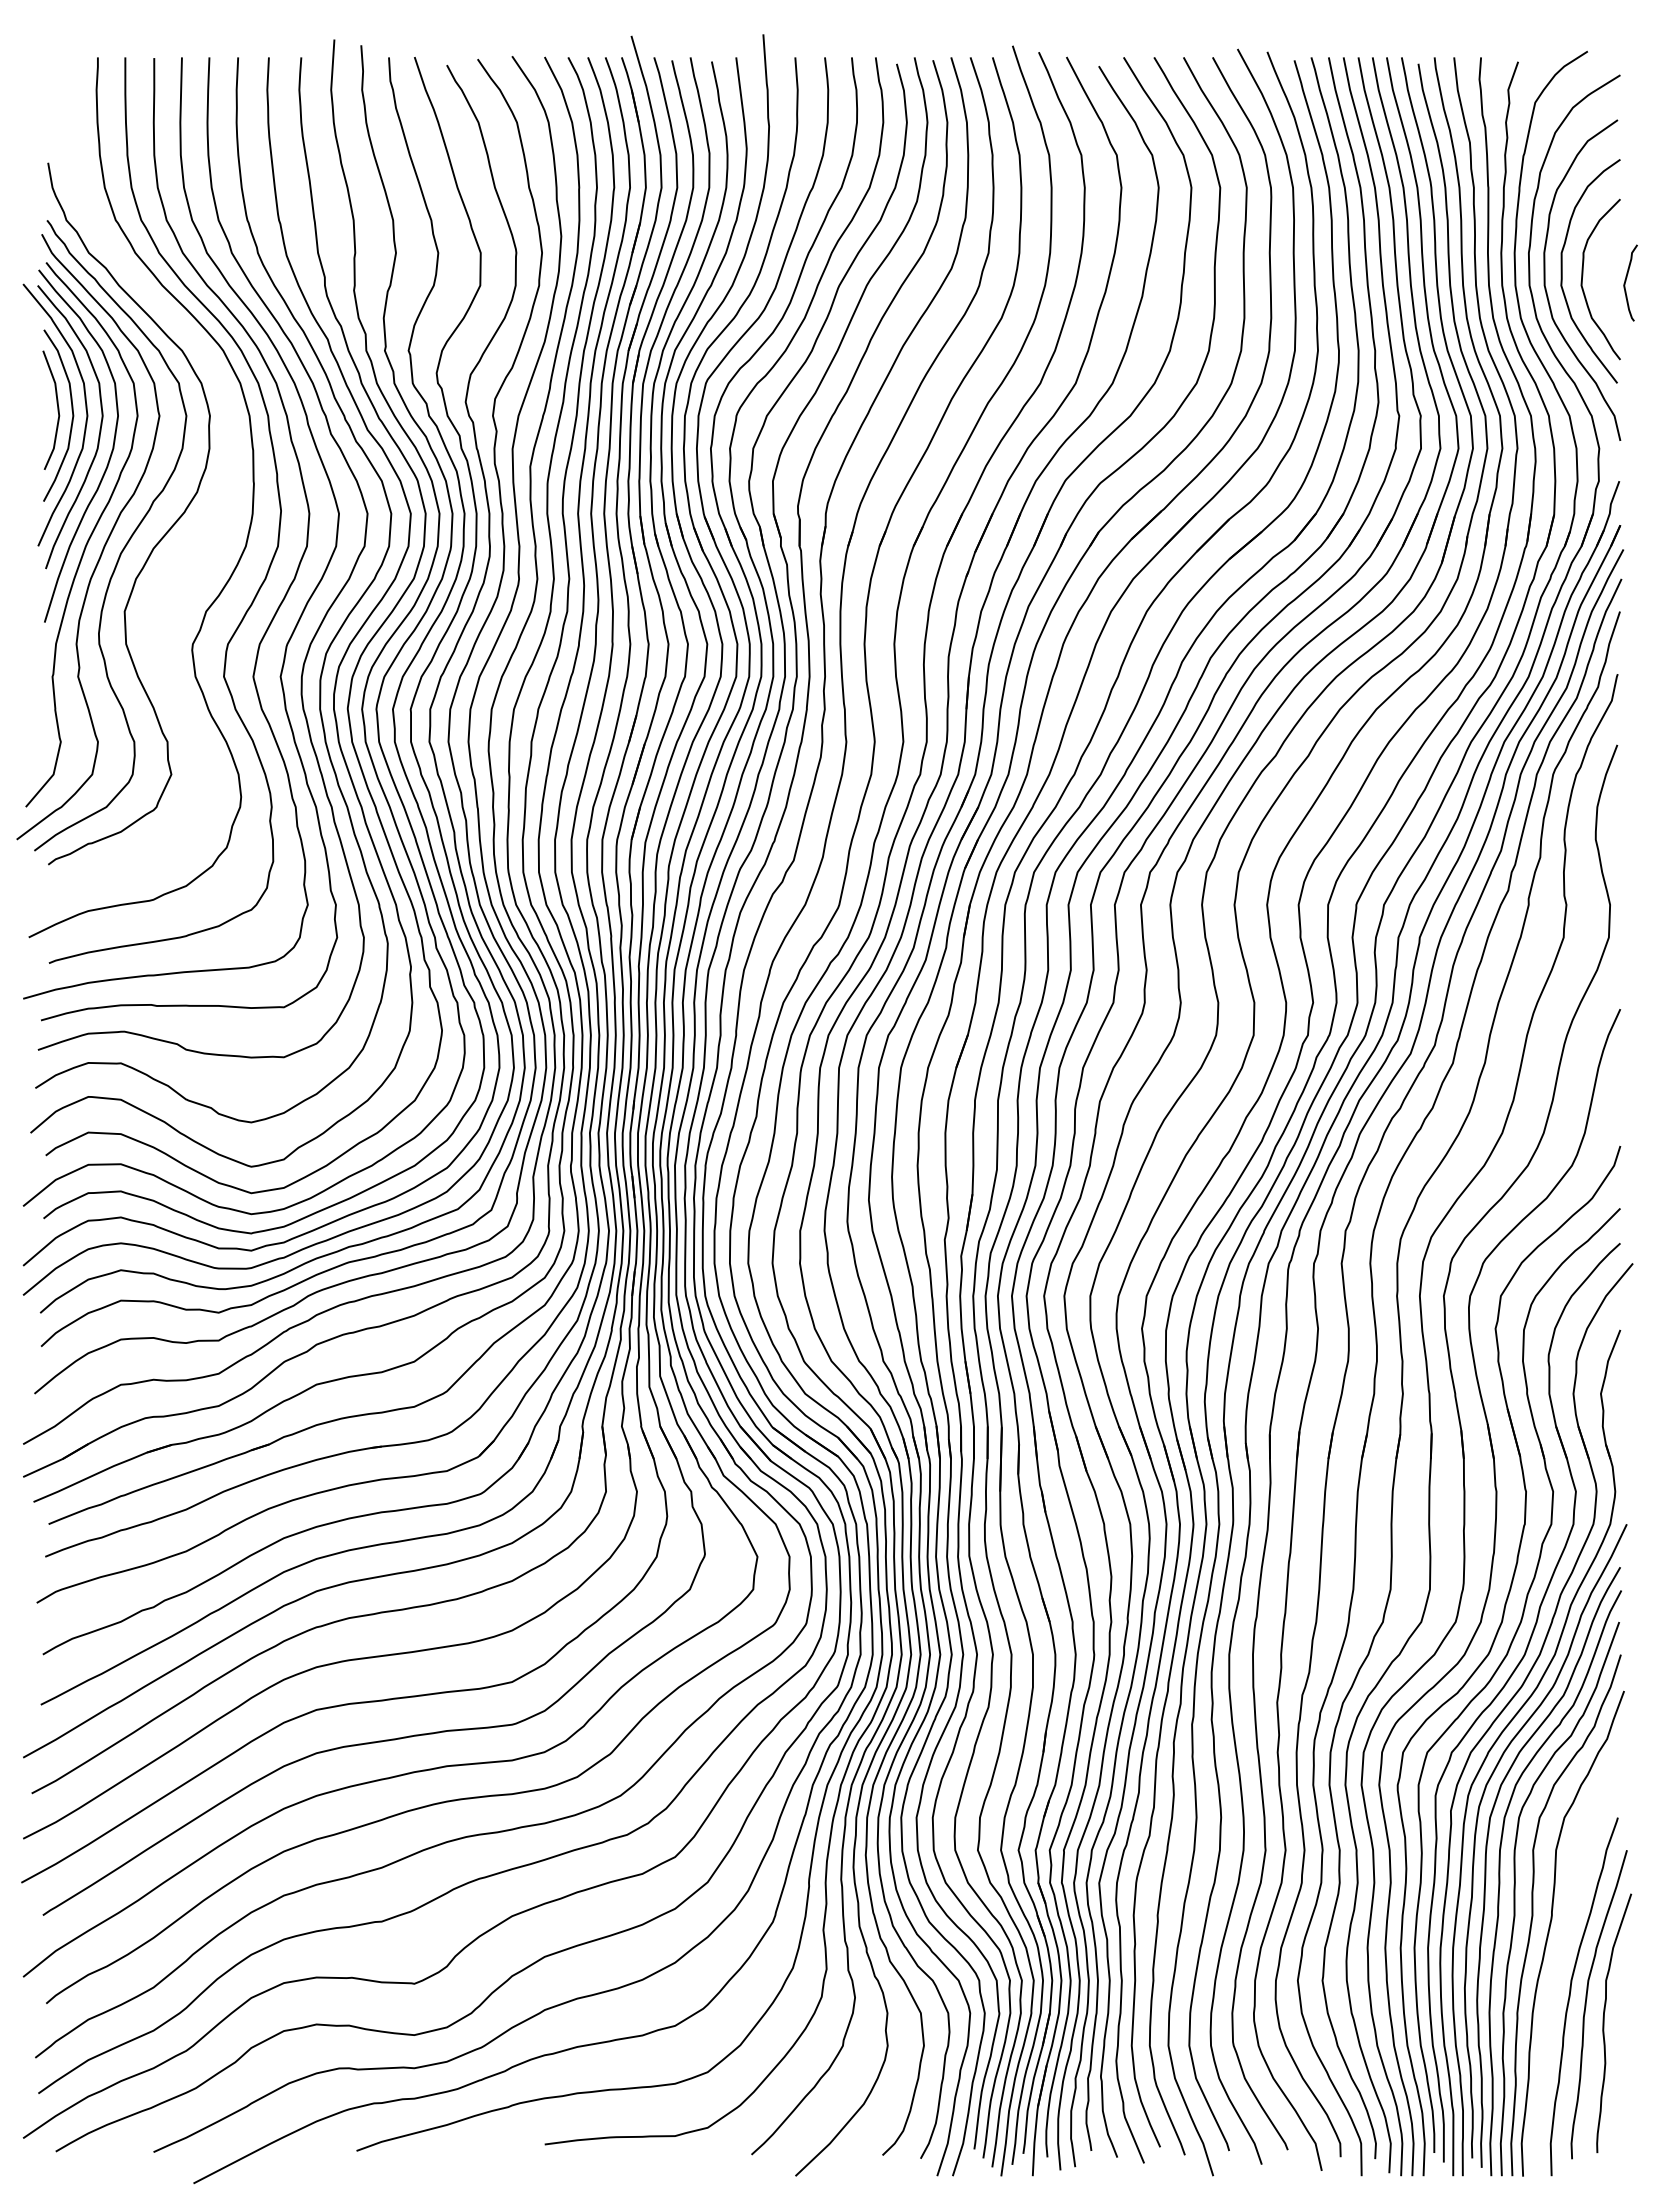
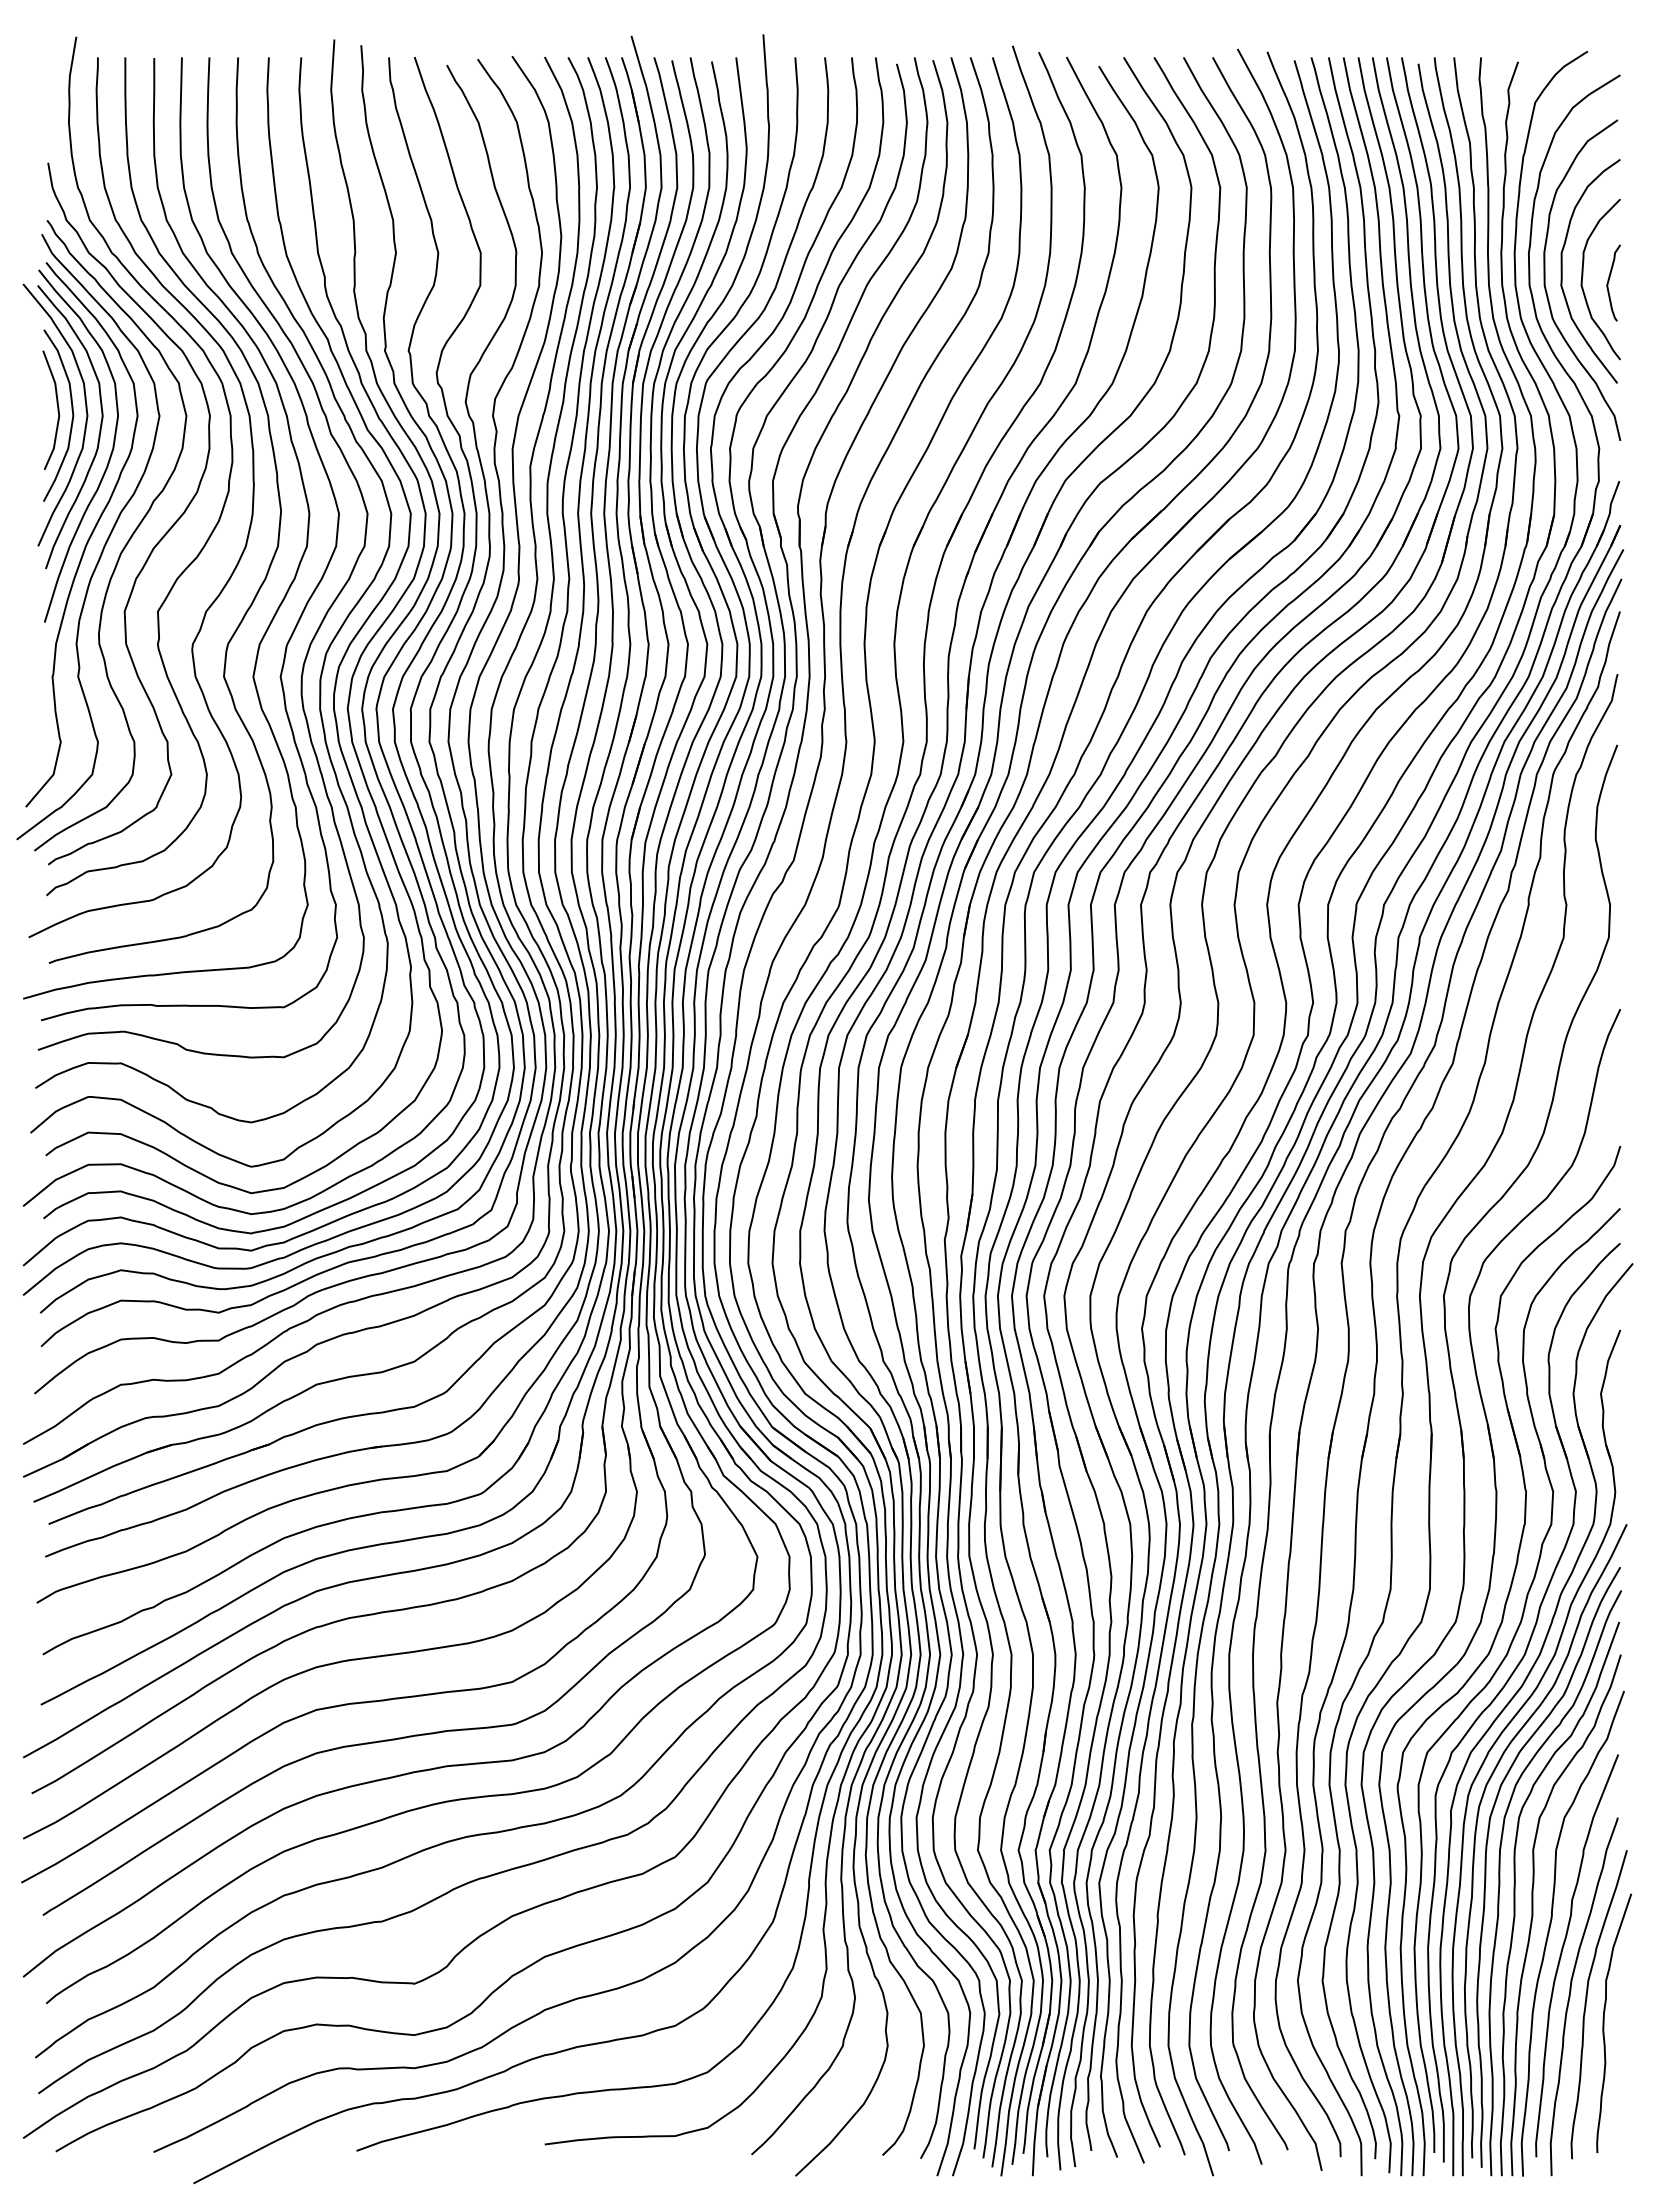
curve at (1626, 281) position: (1626, 281) -> (1609, 281)
curve at (228, 477): none -> present
curve at (1562, 1953): none -> present
